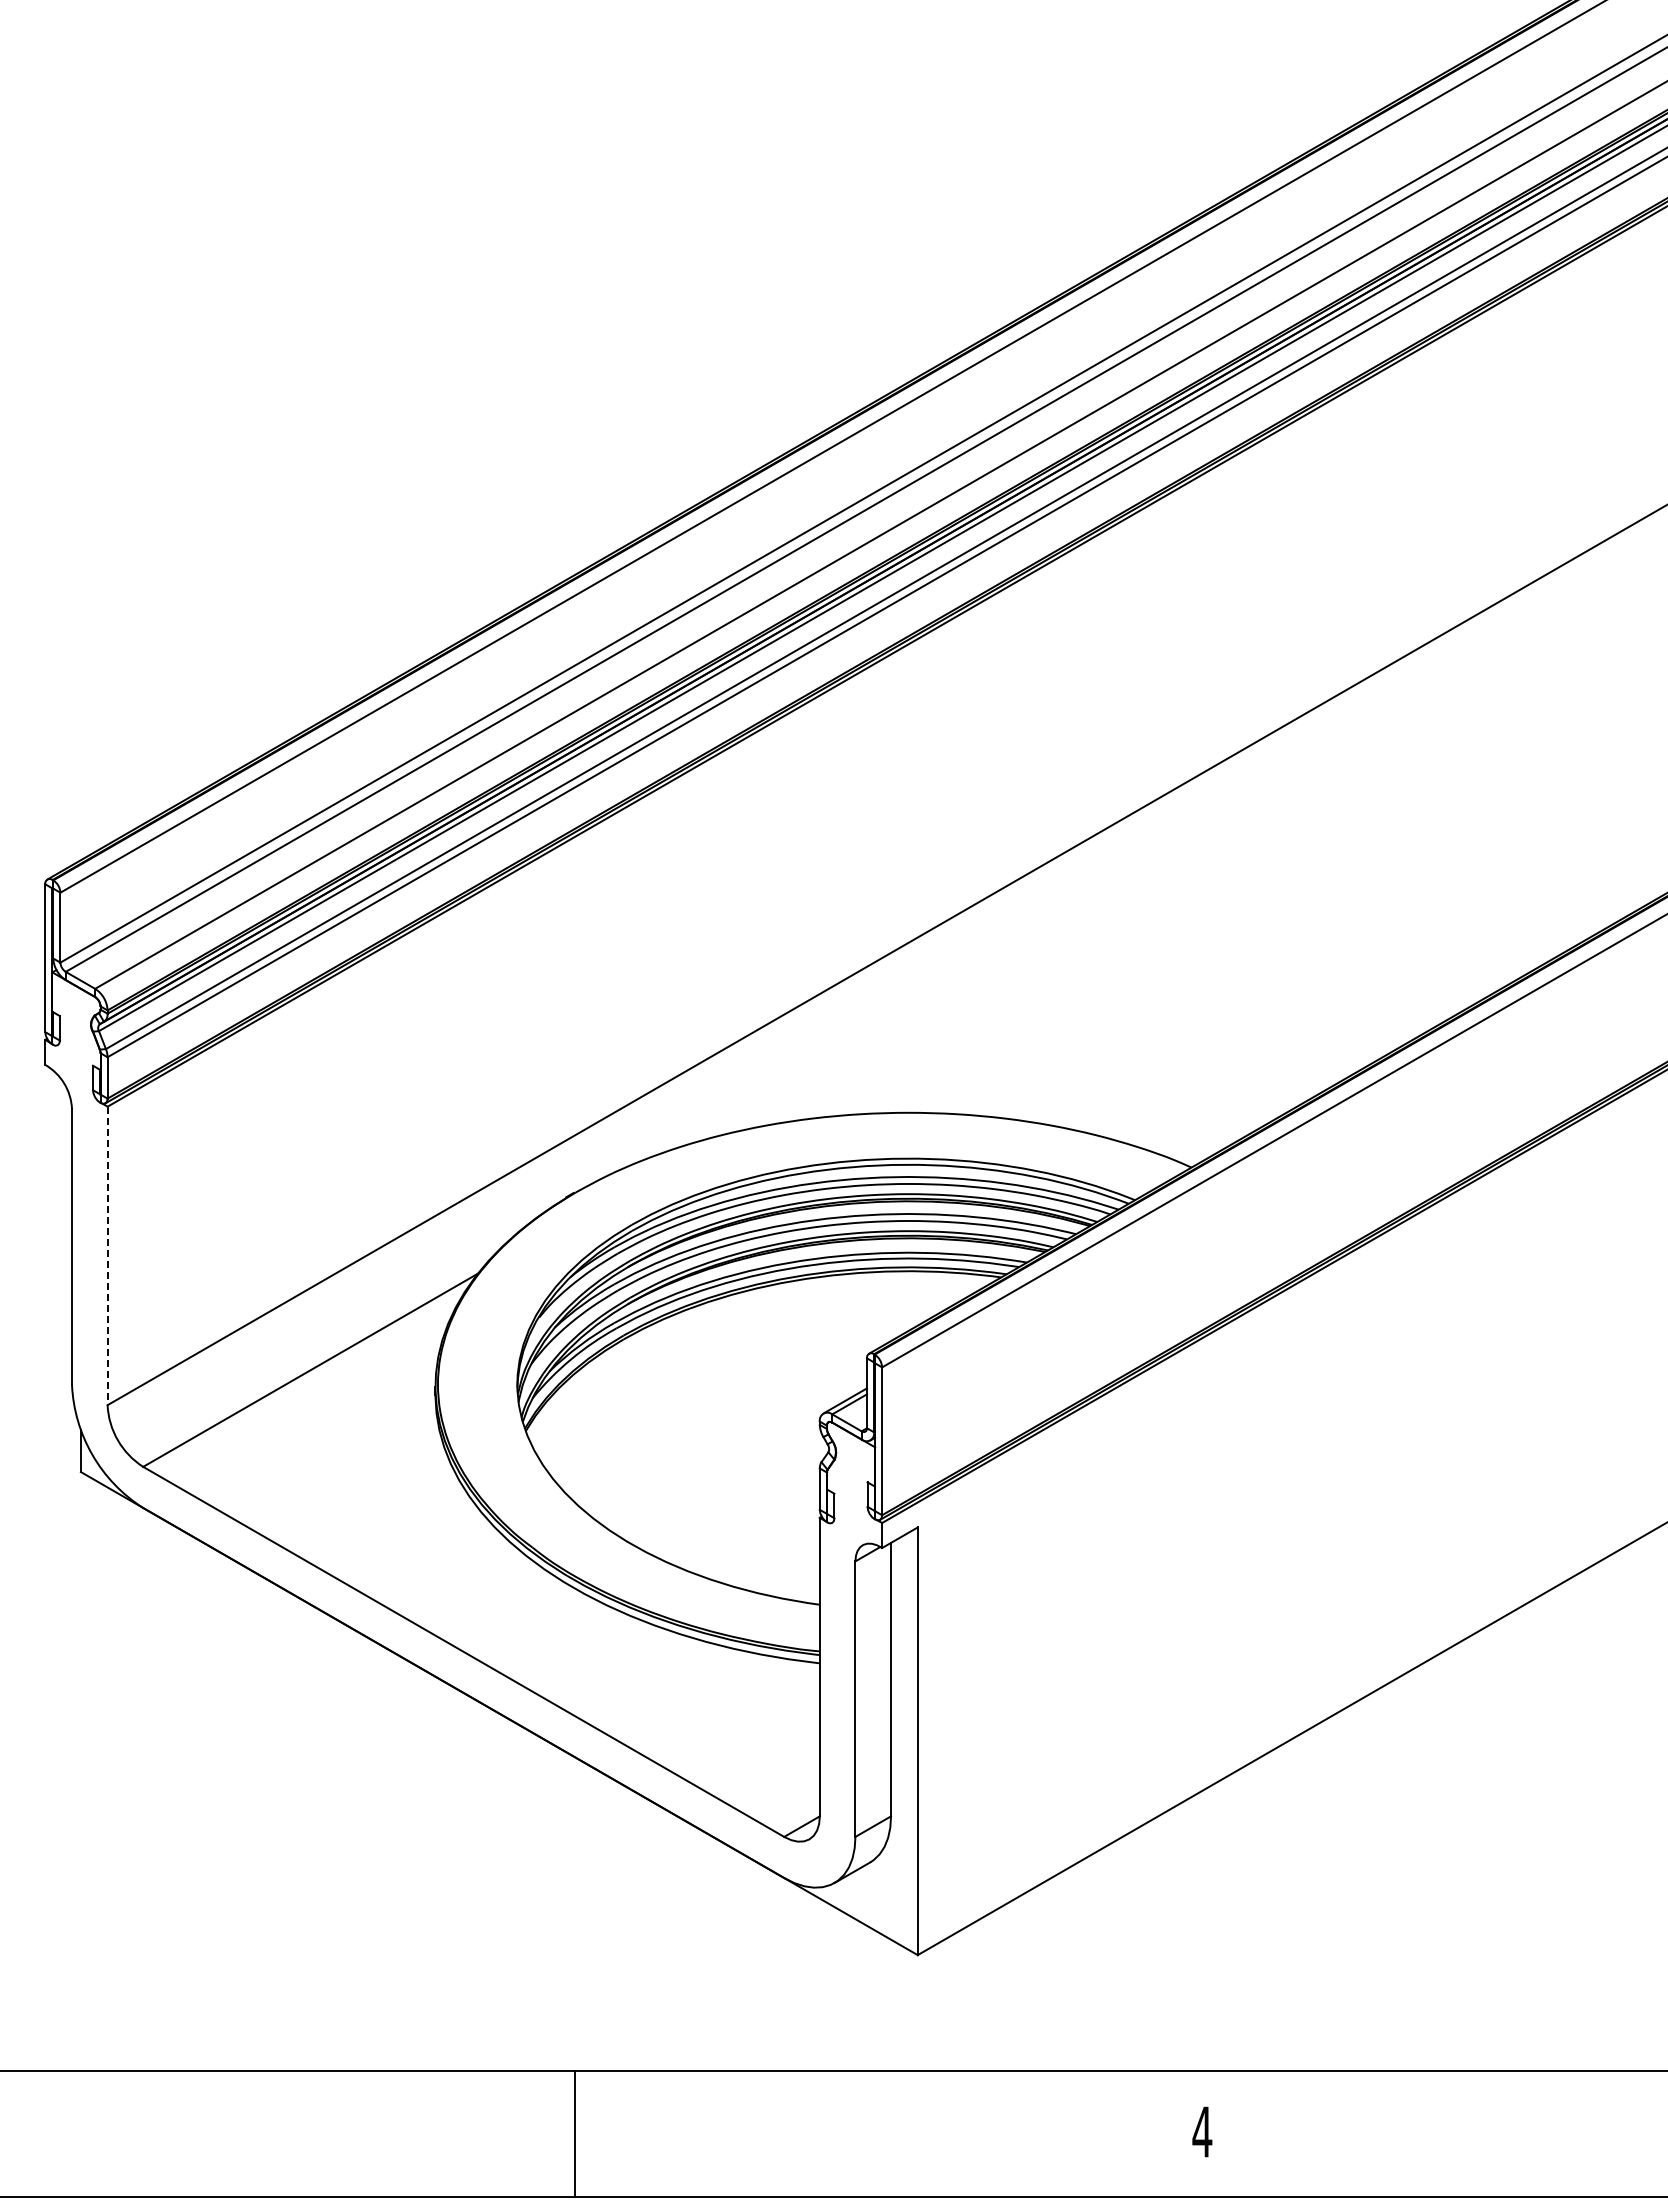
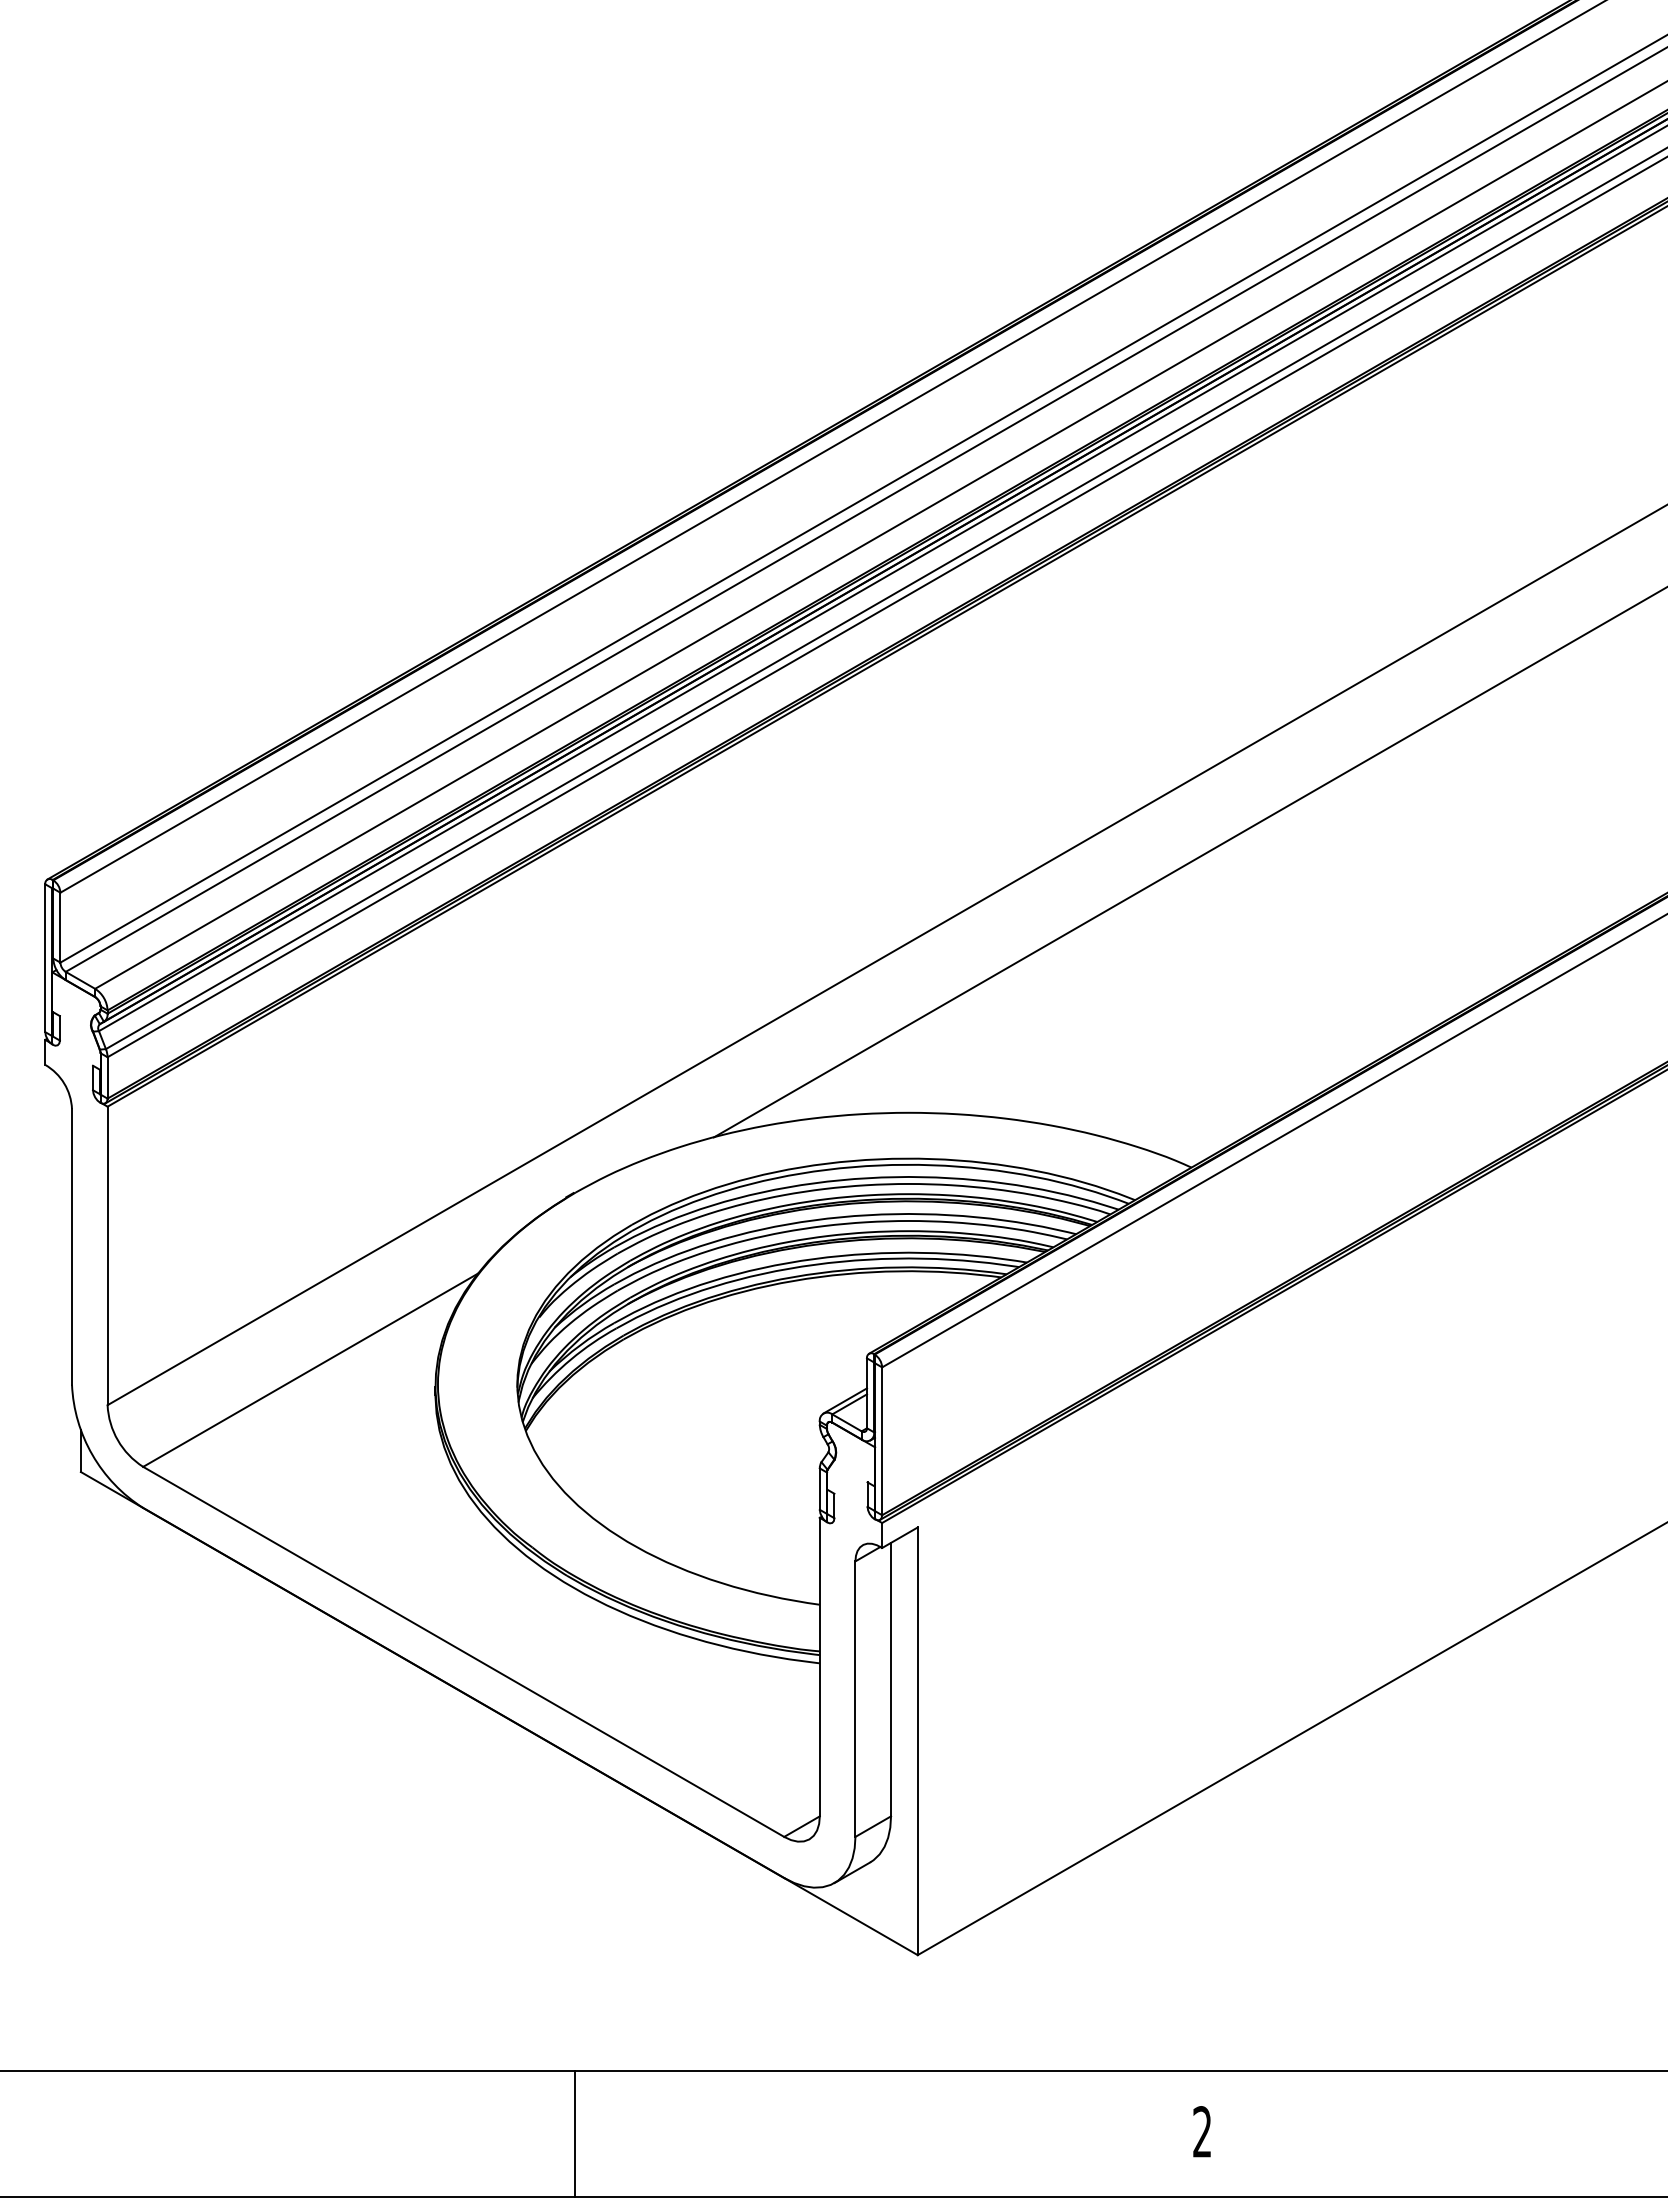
line at (1188, 862): none -> present
line at (107, 1256): dashed -> solid
text at (1202, 2131): 4 -> 2
